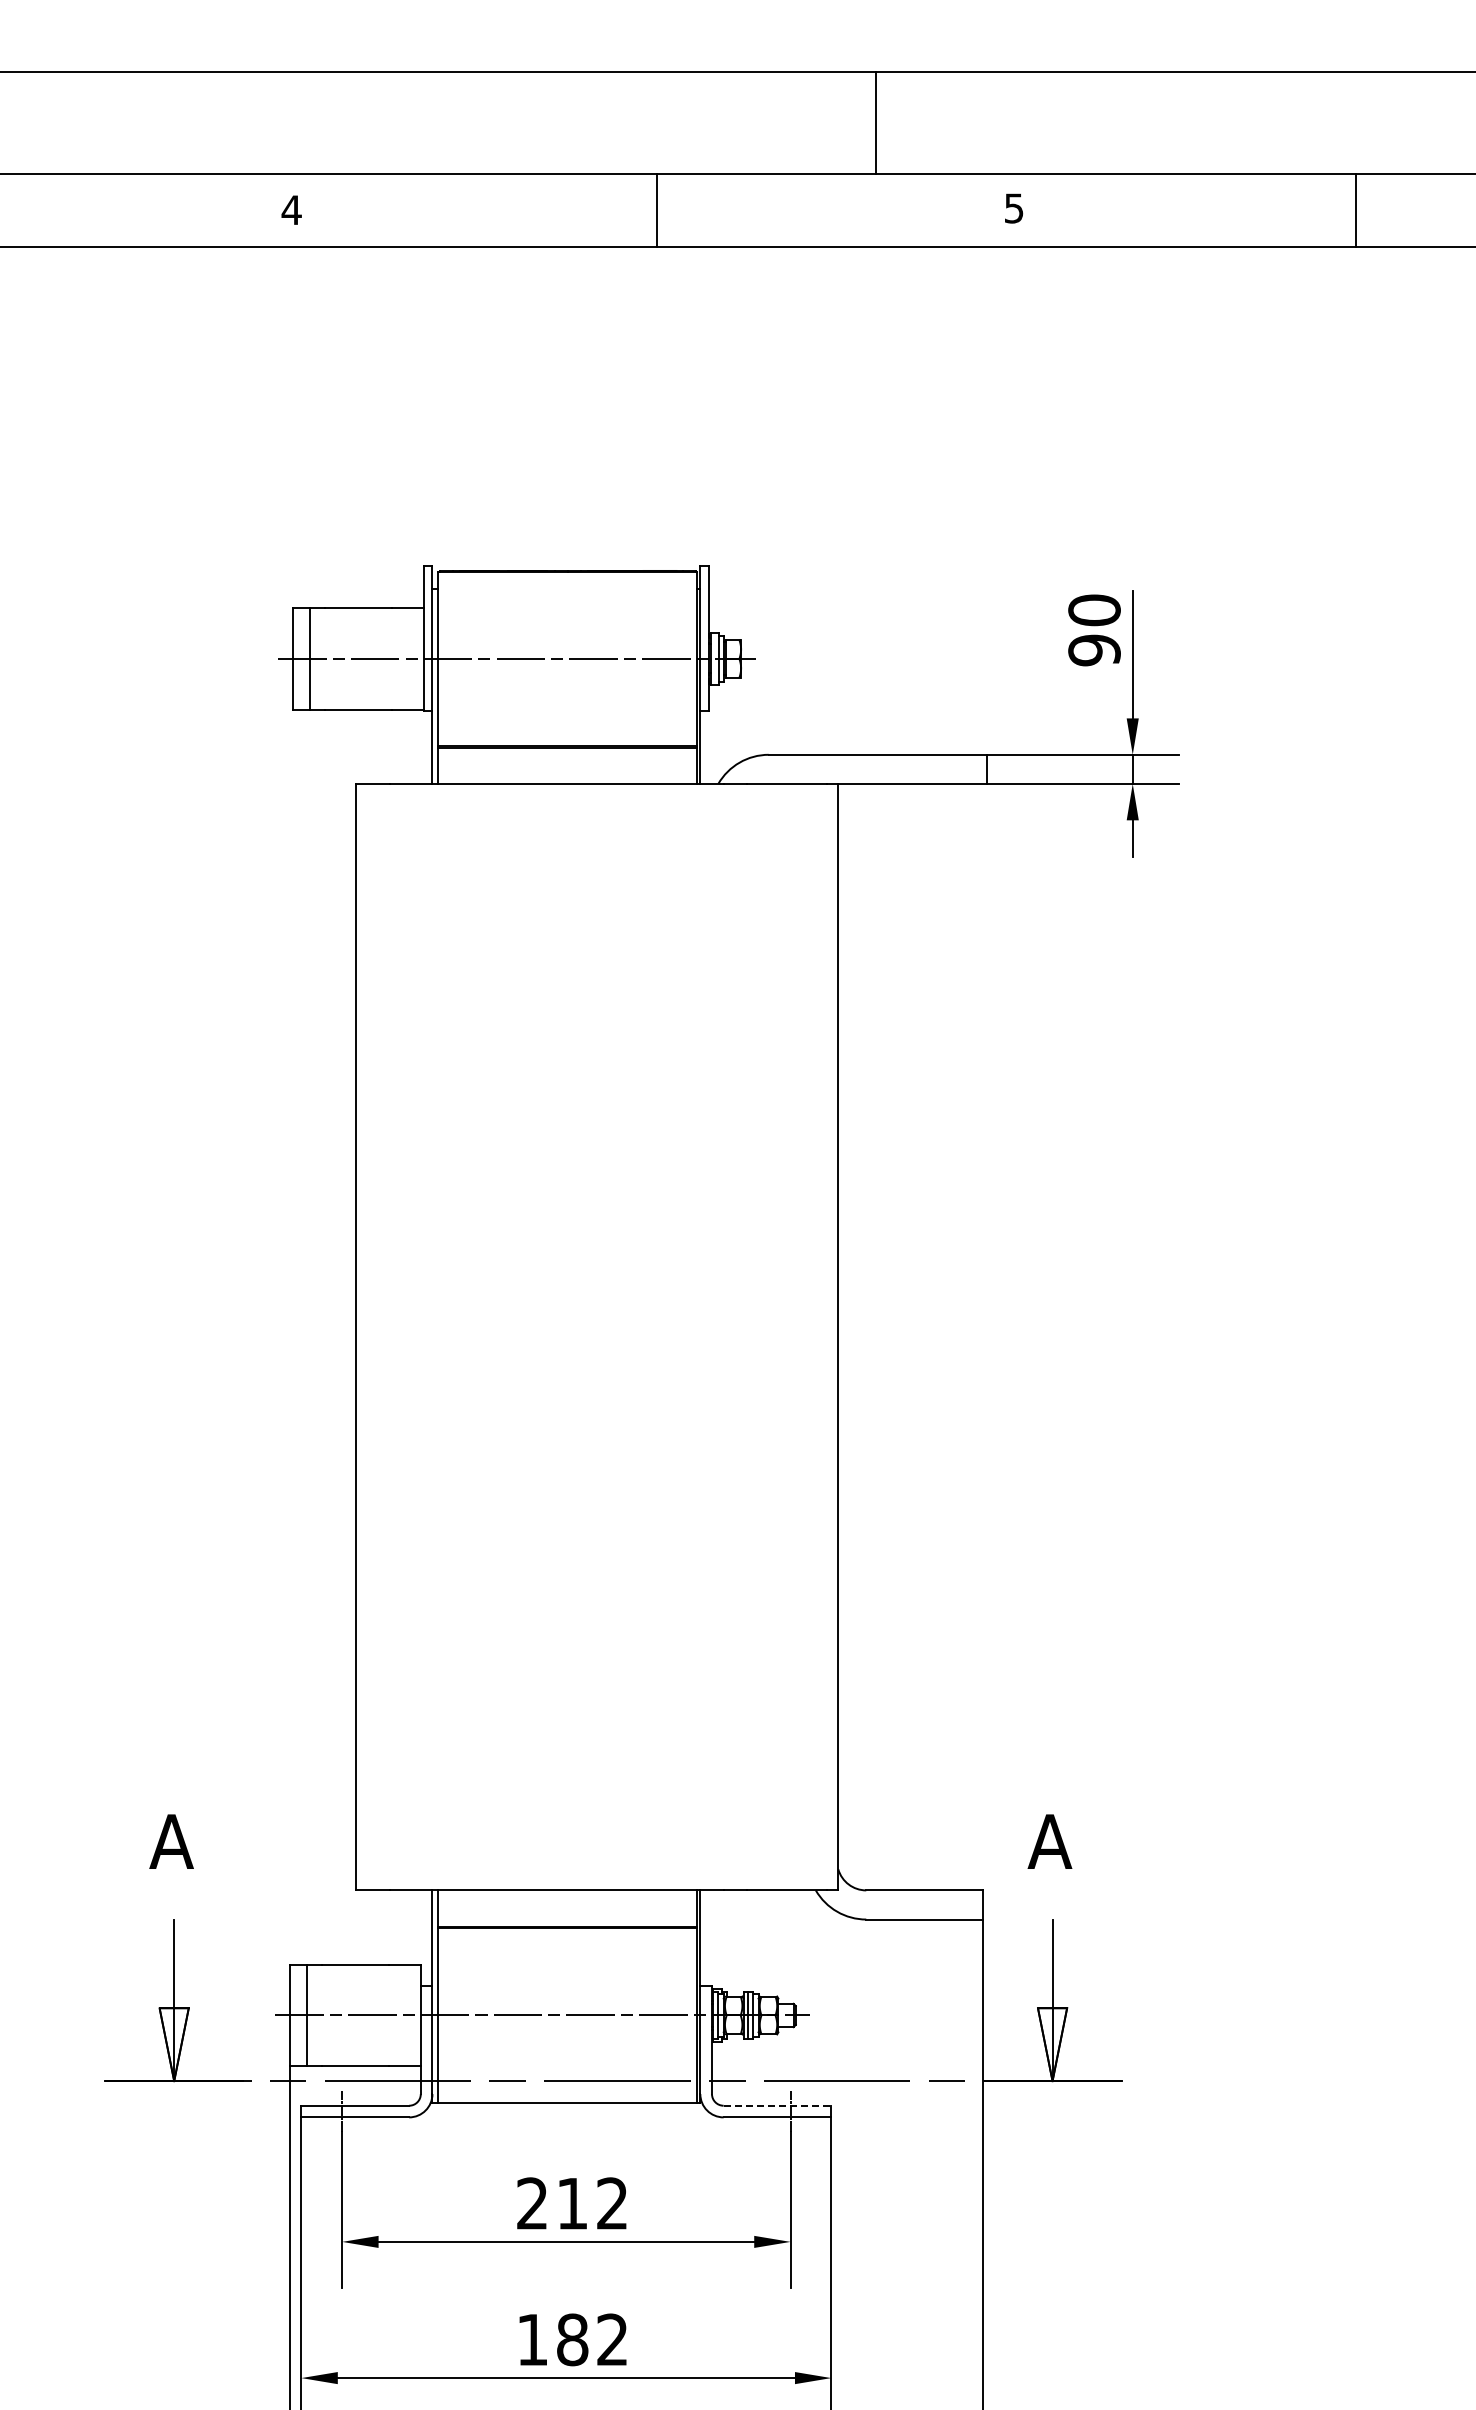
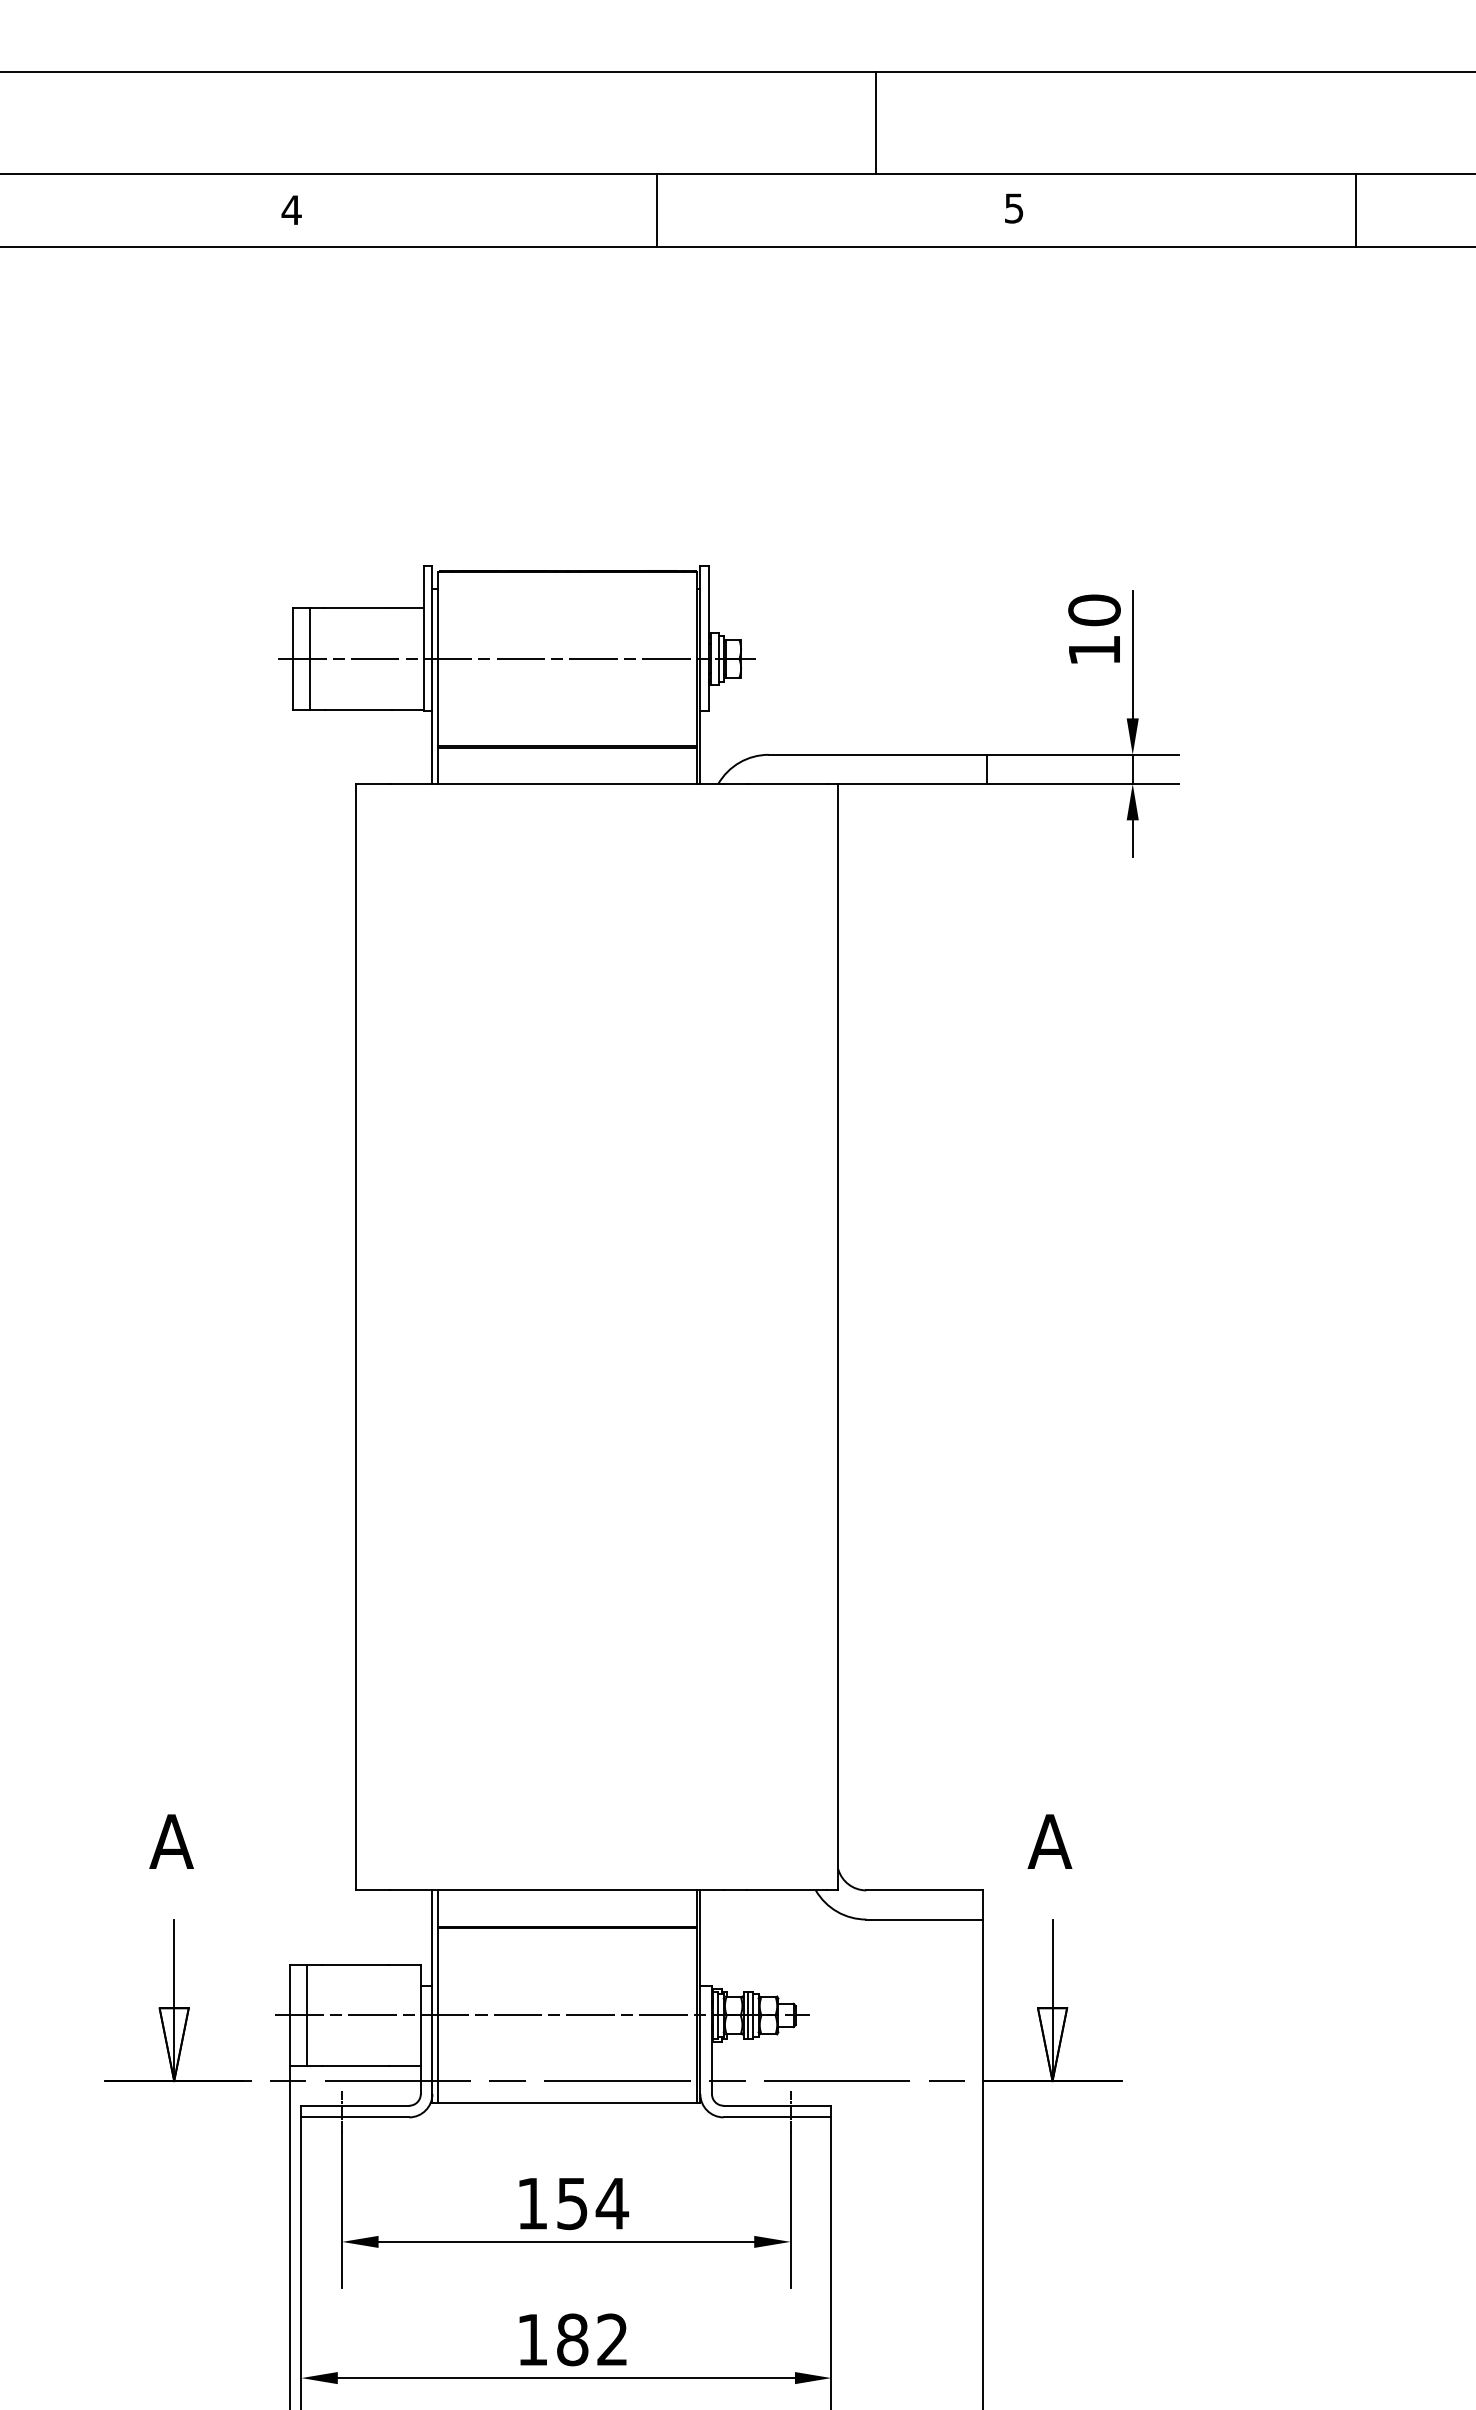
text at (1094, 650): 90 -> 10
line at (777, 2105): dashed -> solid
text at (573, 2203): 212 -> 154
